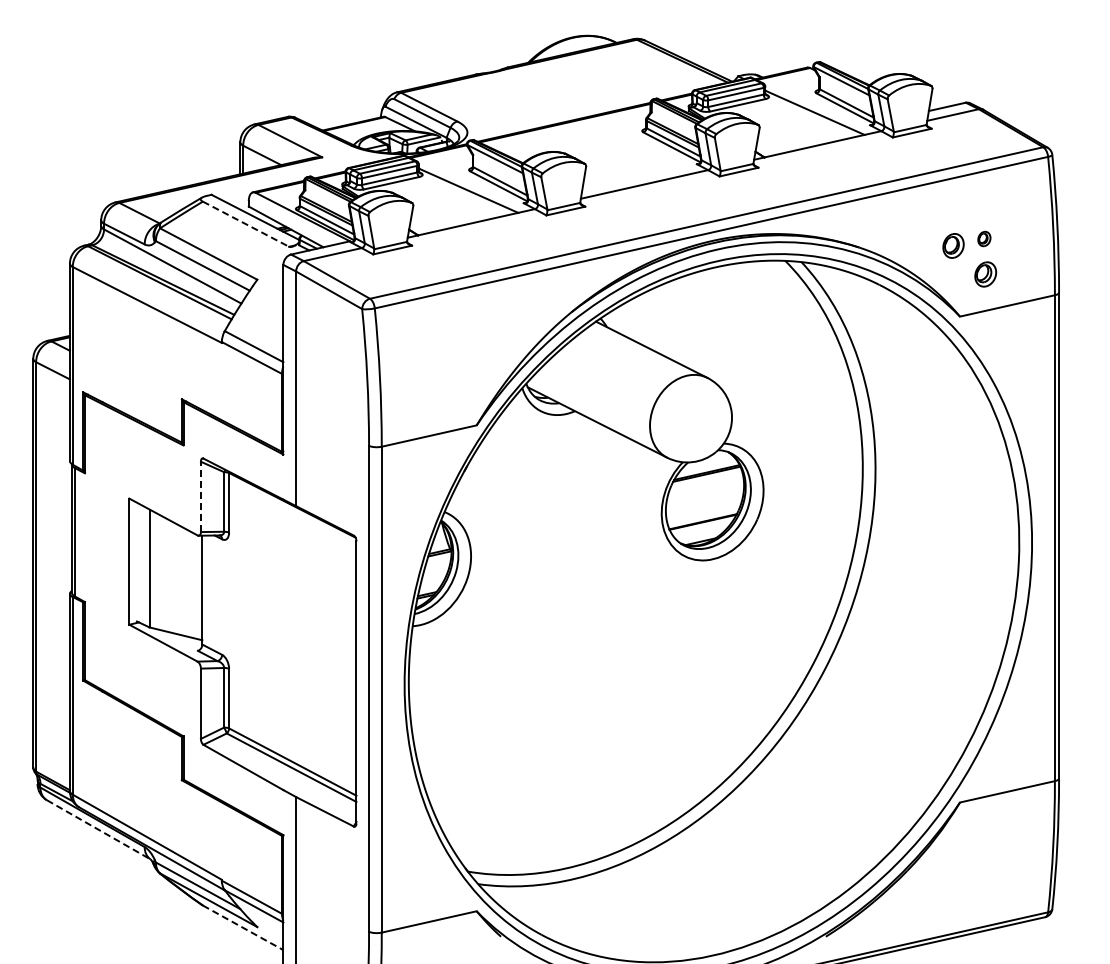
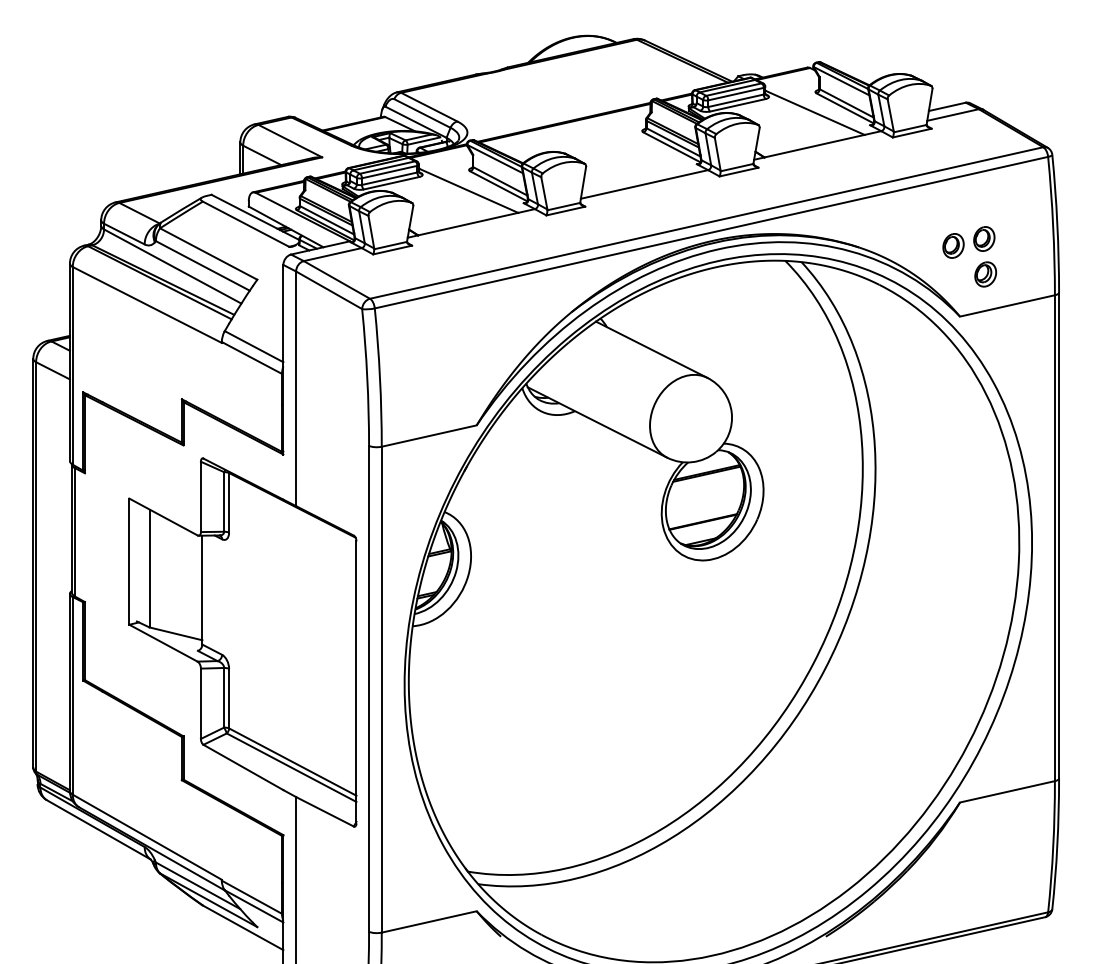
line at (246, 224): dashed -> solid
part at (984, 238) size: 15x18 px -> 23x26 px
line at (200, 496): dashed -> solid
line at (98, 829): dashed -> solid
line at (243, 928): dashed -> solid
